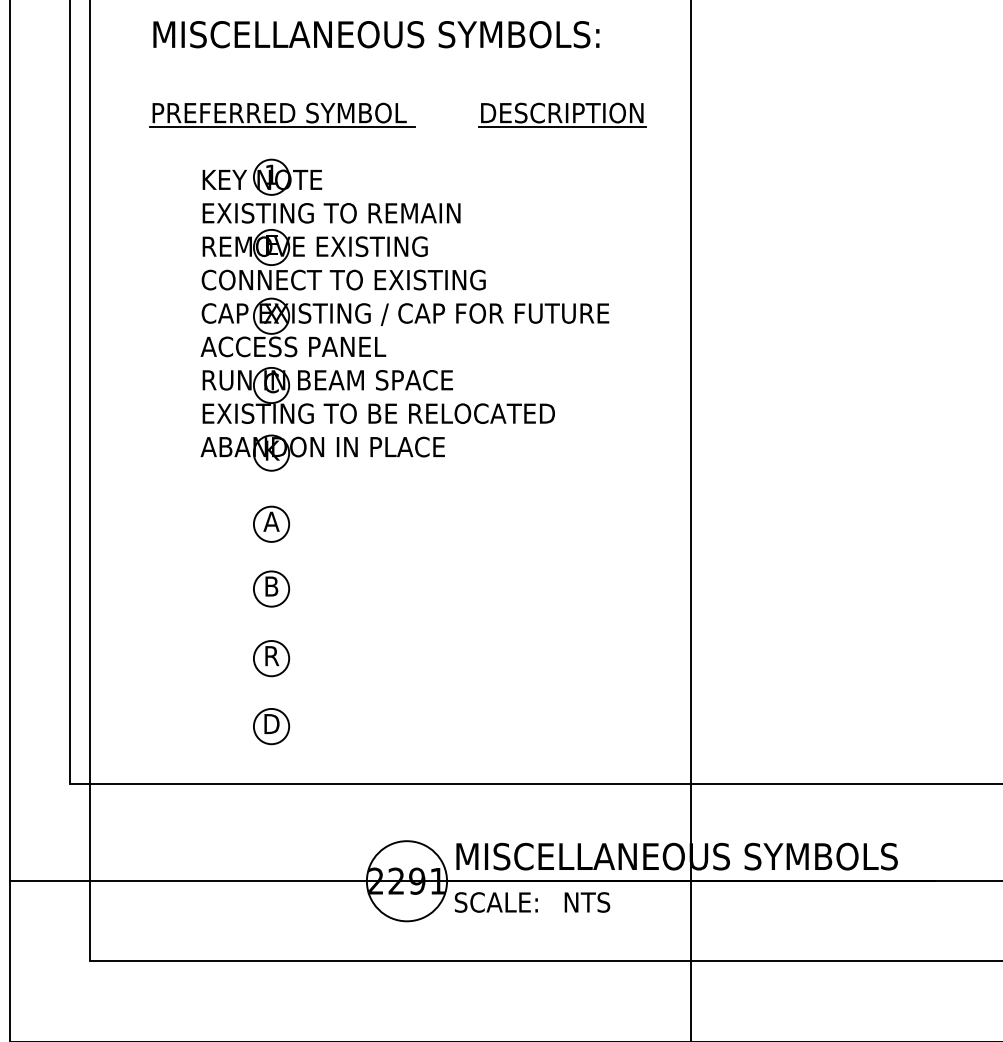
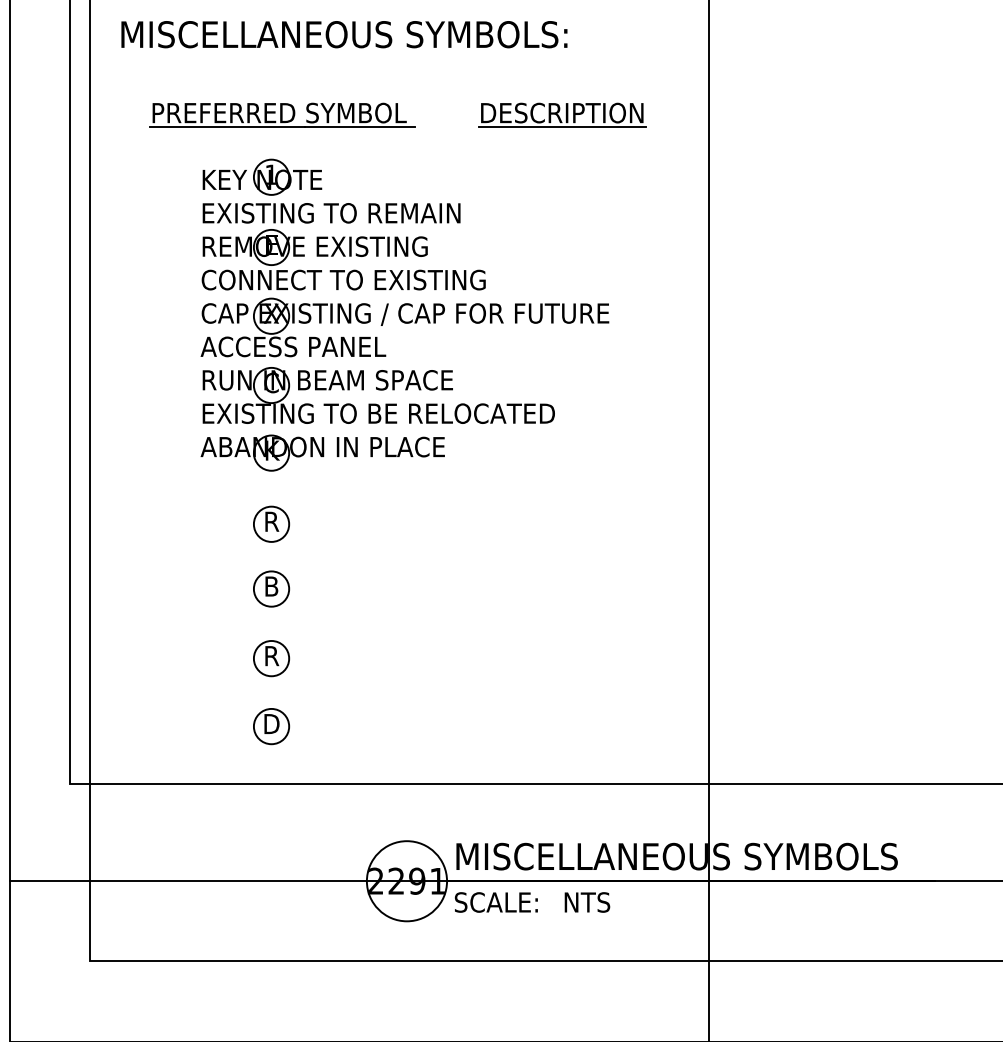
text at (376, 34) position: (376, 34) -> (344, 34)
line at (691, 520) position: (691, 520) -> (709, 520)
text at (271, 521): A -> R
